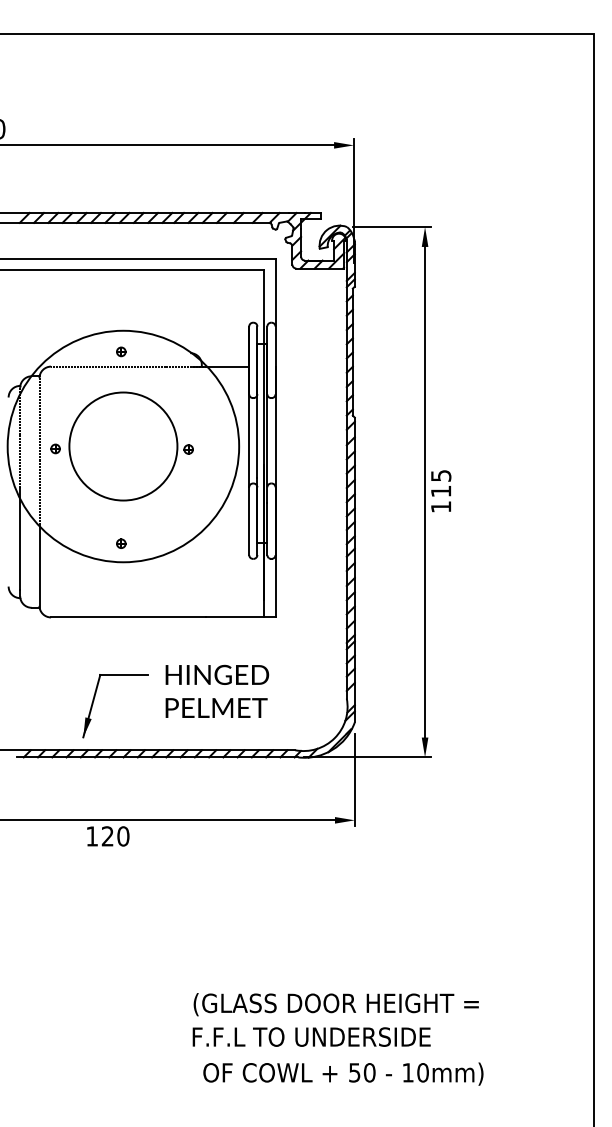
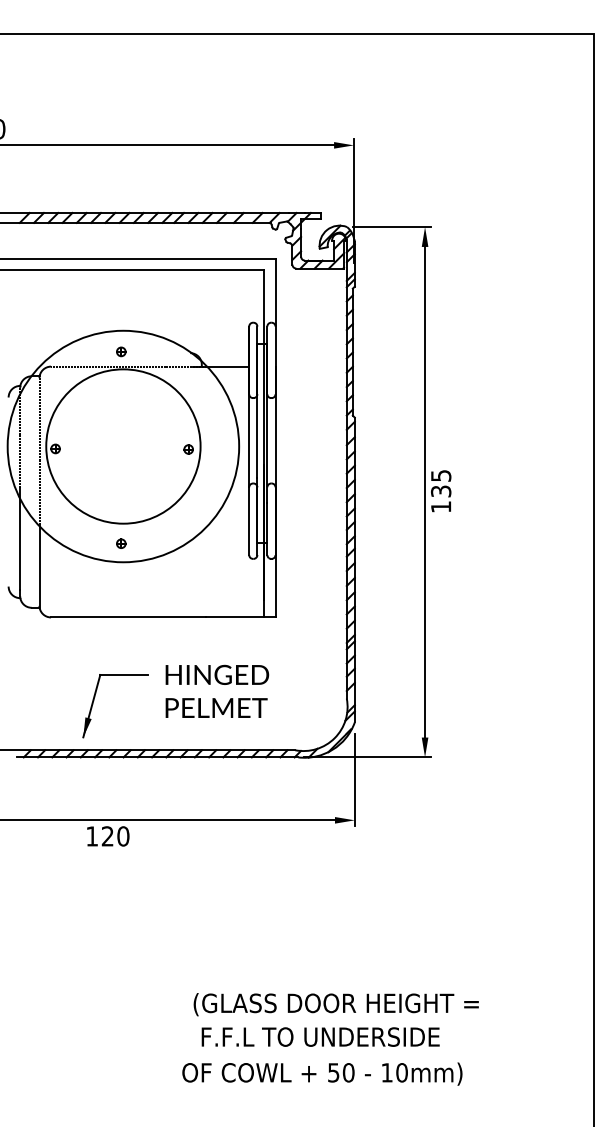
circle at (123, 446) diameter: 108 px -> 154 px
text at (441, 491): 115 -> 135
text at (311, 1036) position: (311, 1036) -> (320, 1036)
text at (343, 1073) position: (343, 1073) -> (322, 1073)
